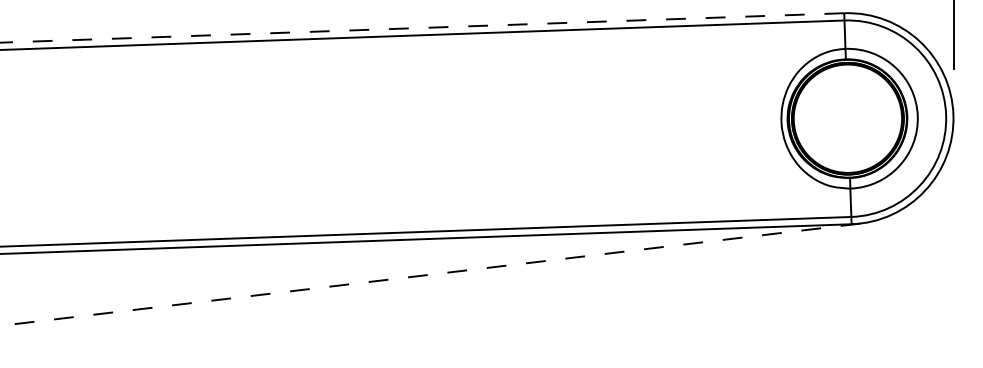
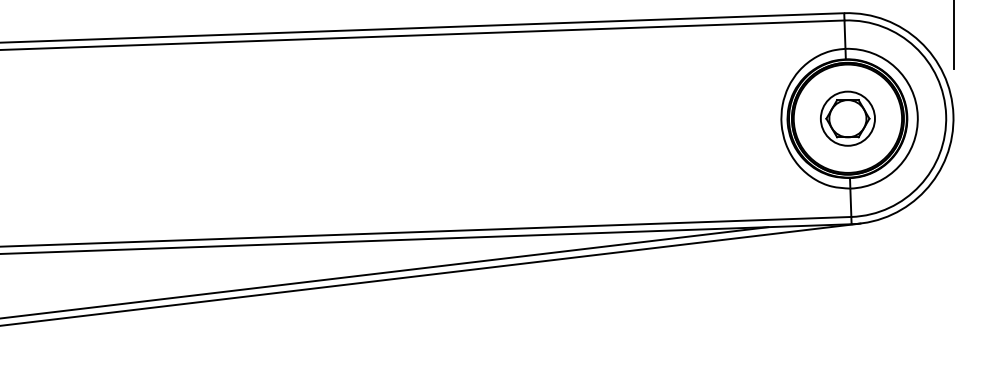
line at (422, 27): dashed -> solid
part at (847, 118): none -> present
line at (385, 272): none -> present
line at (430, 274): dashed -> solid
